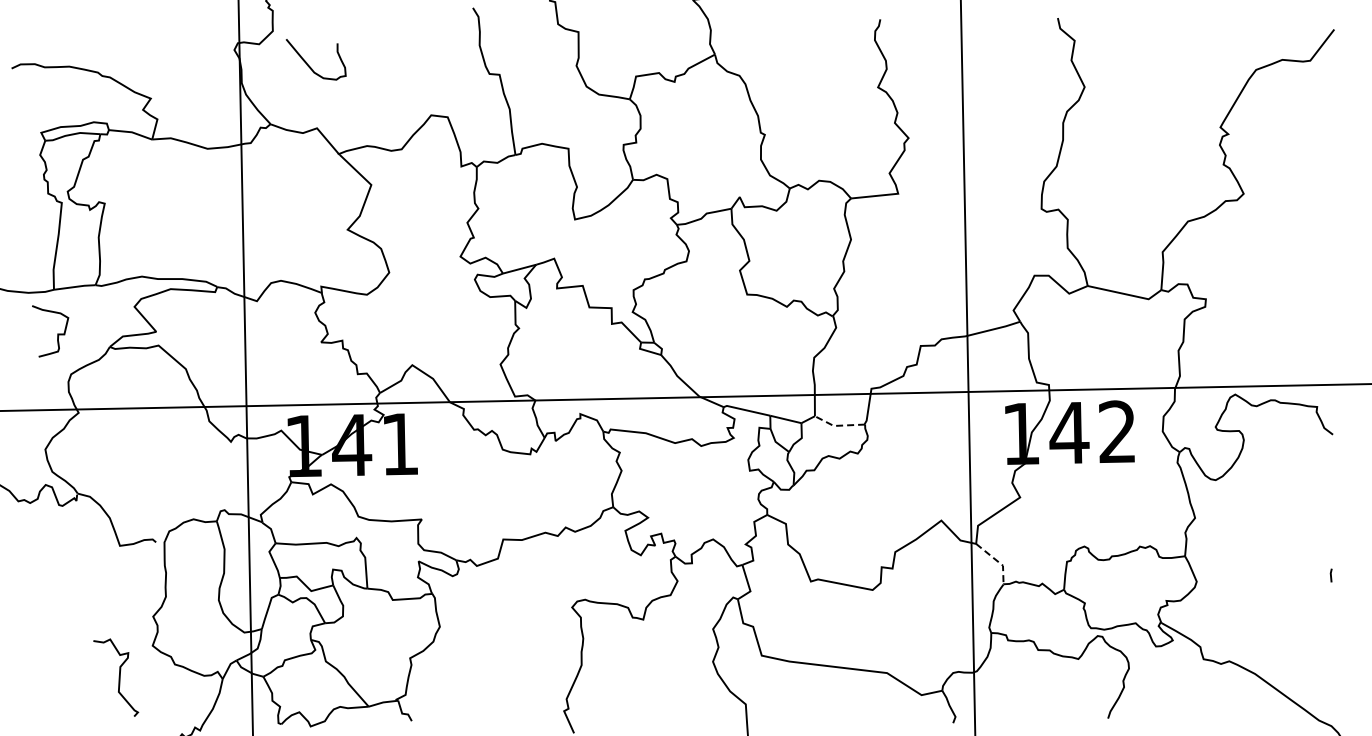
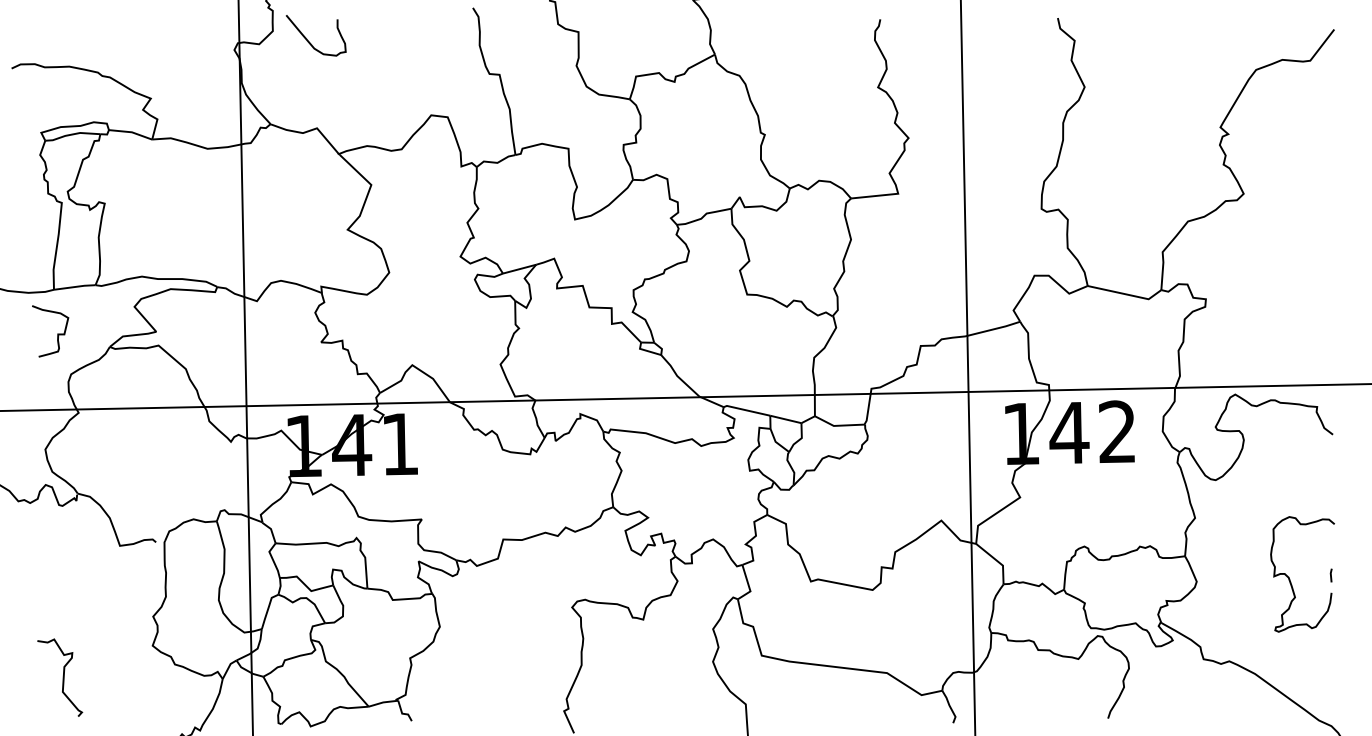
curve at (309, 65) position: (309, 65) -> (309, 41)
line at (837, 425): dashed -> solid
line at (997, 561): dashed -> solid
curve at (1290, 579): none -> present
curve at (118, 677) position: (118, 677) -> (62, 677)
